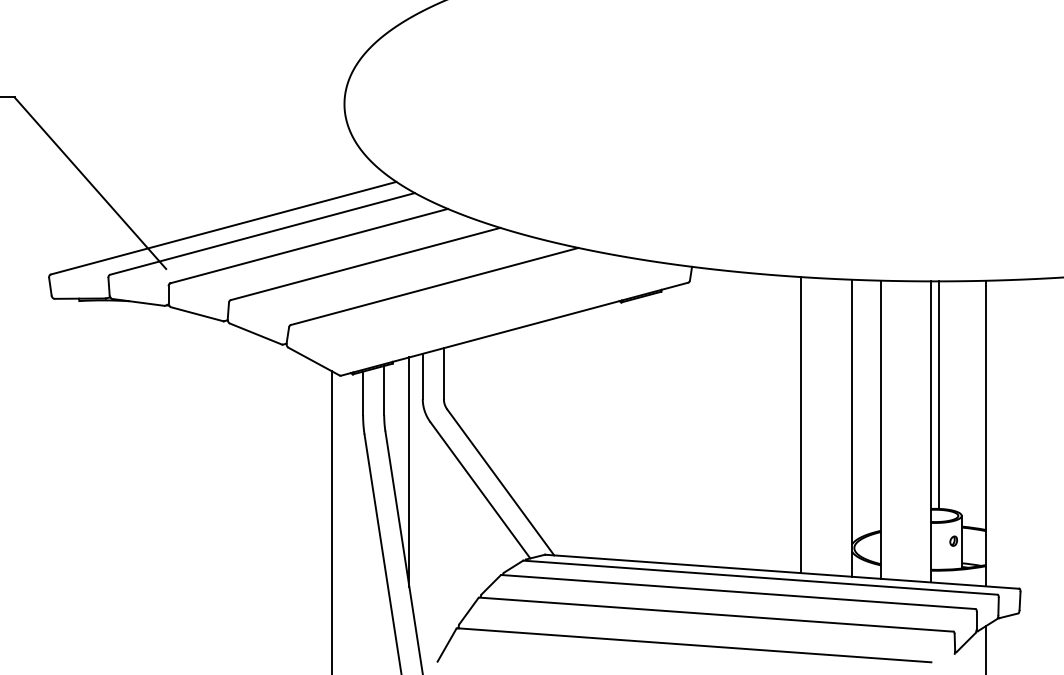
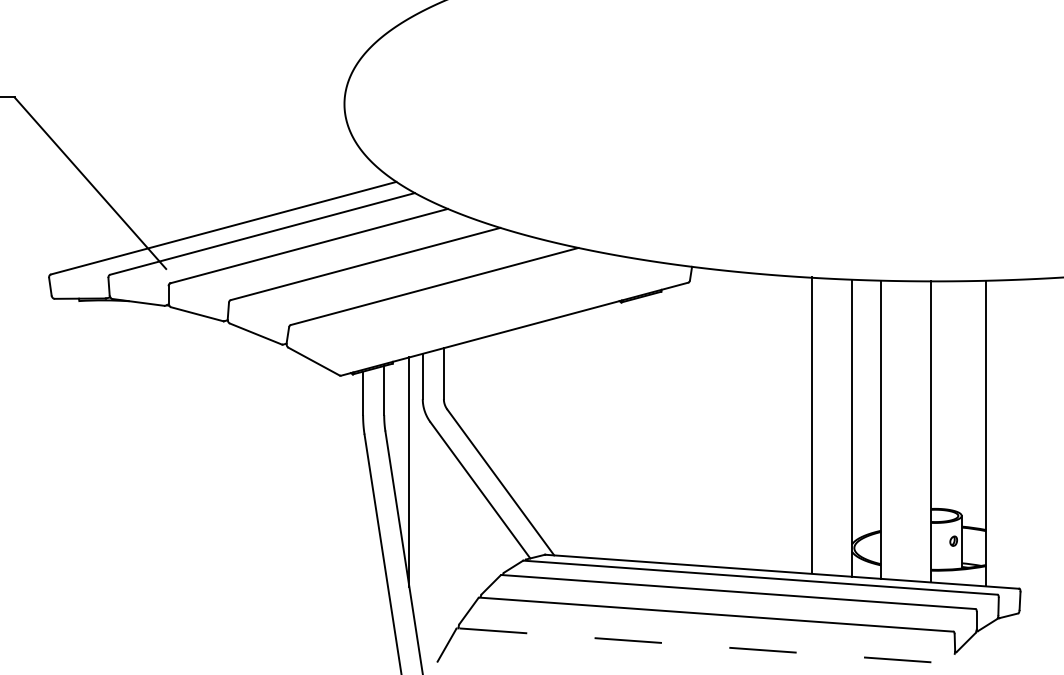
line at (939, 394): present -> none
line at (801, 425) position: (801, 425) -> (812, 425)
line at (332, 521): present -> none
line at (694, 645): solid -> dashed
line at (986, 648): present -> none
